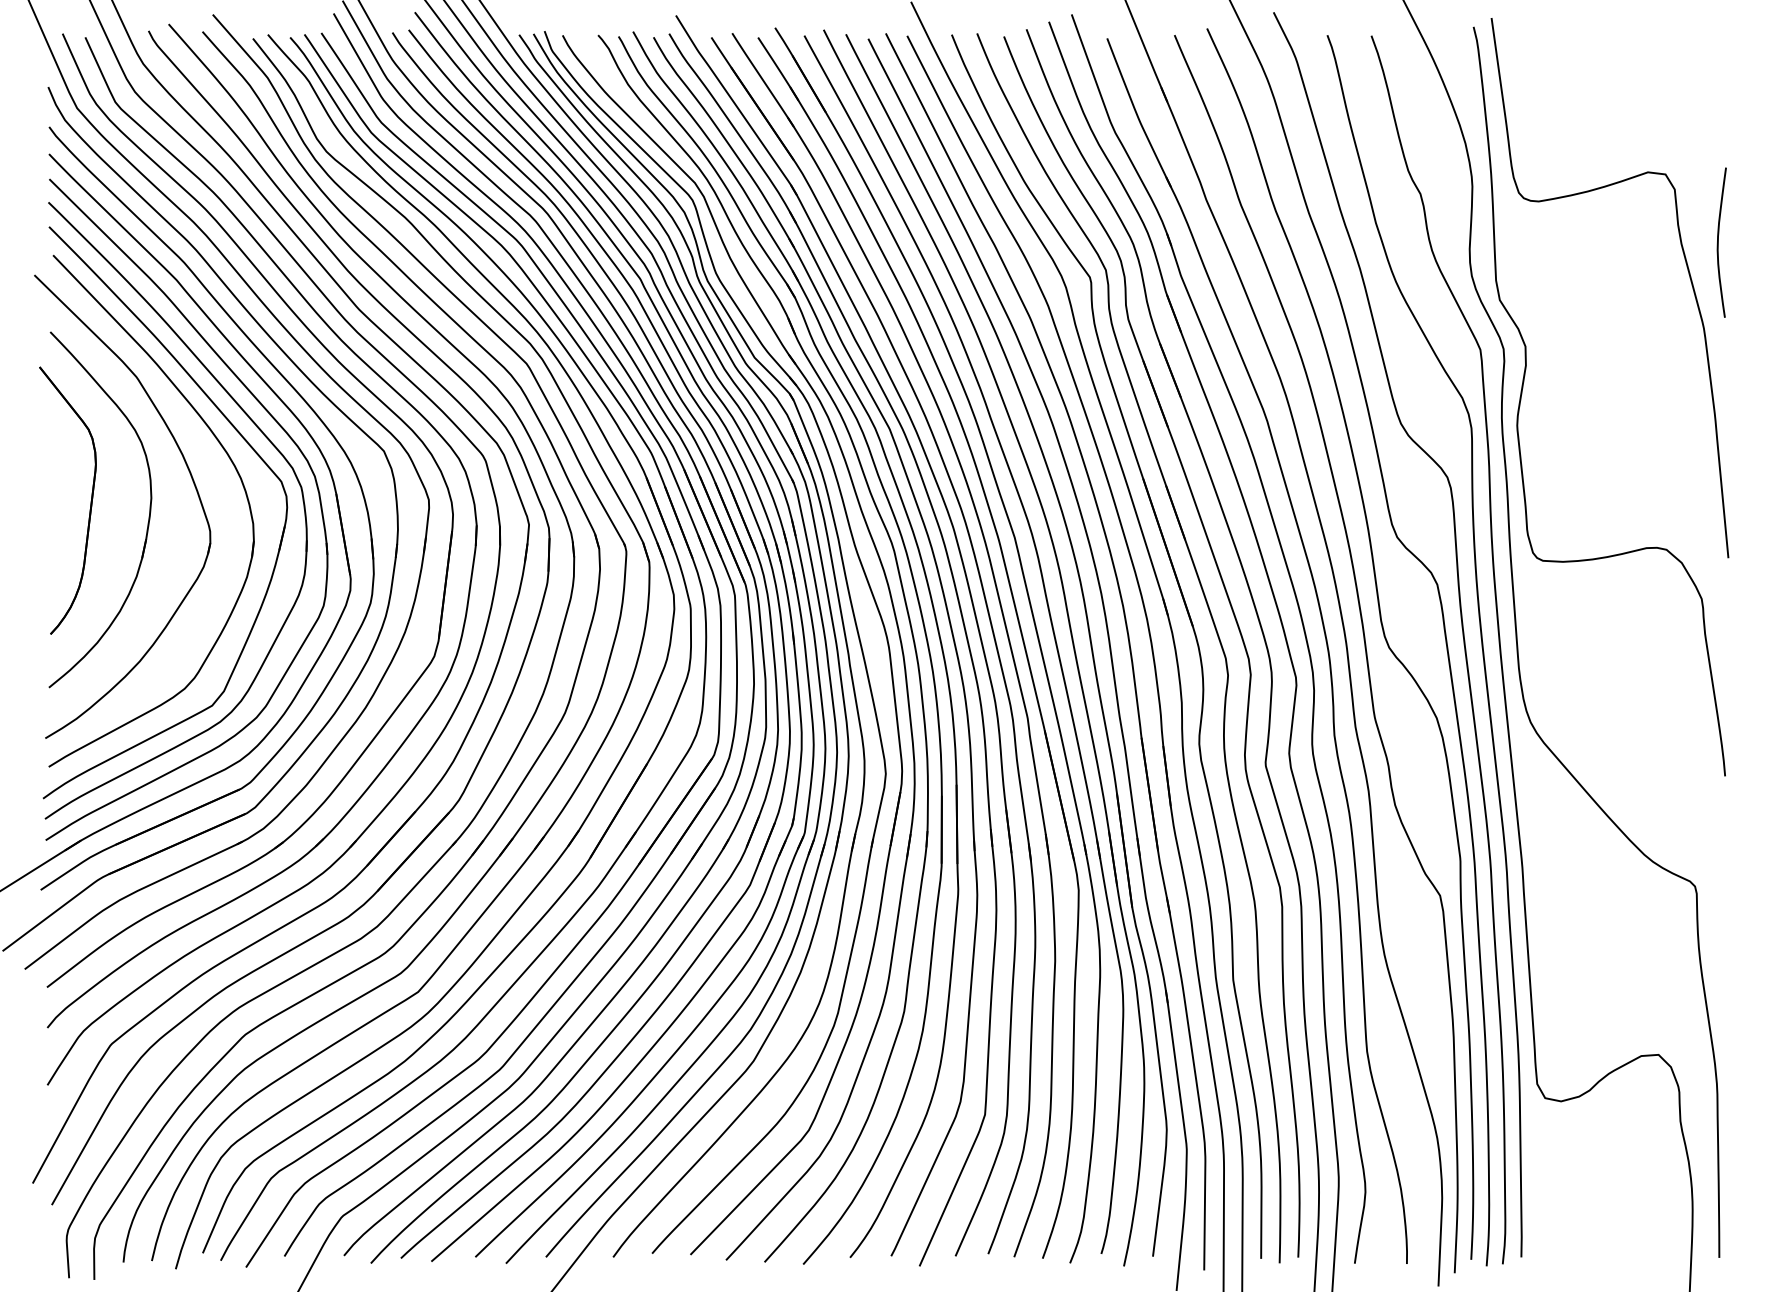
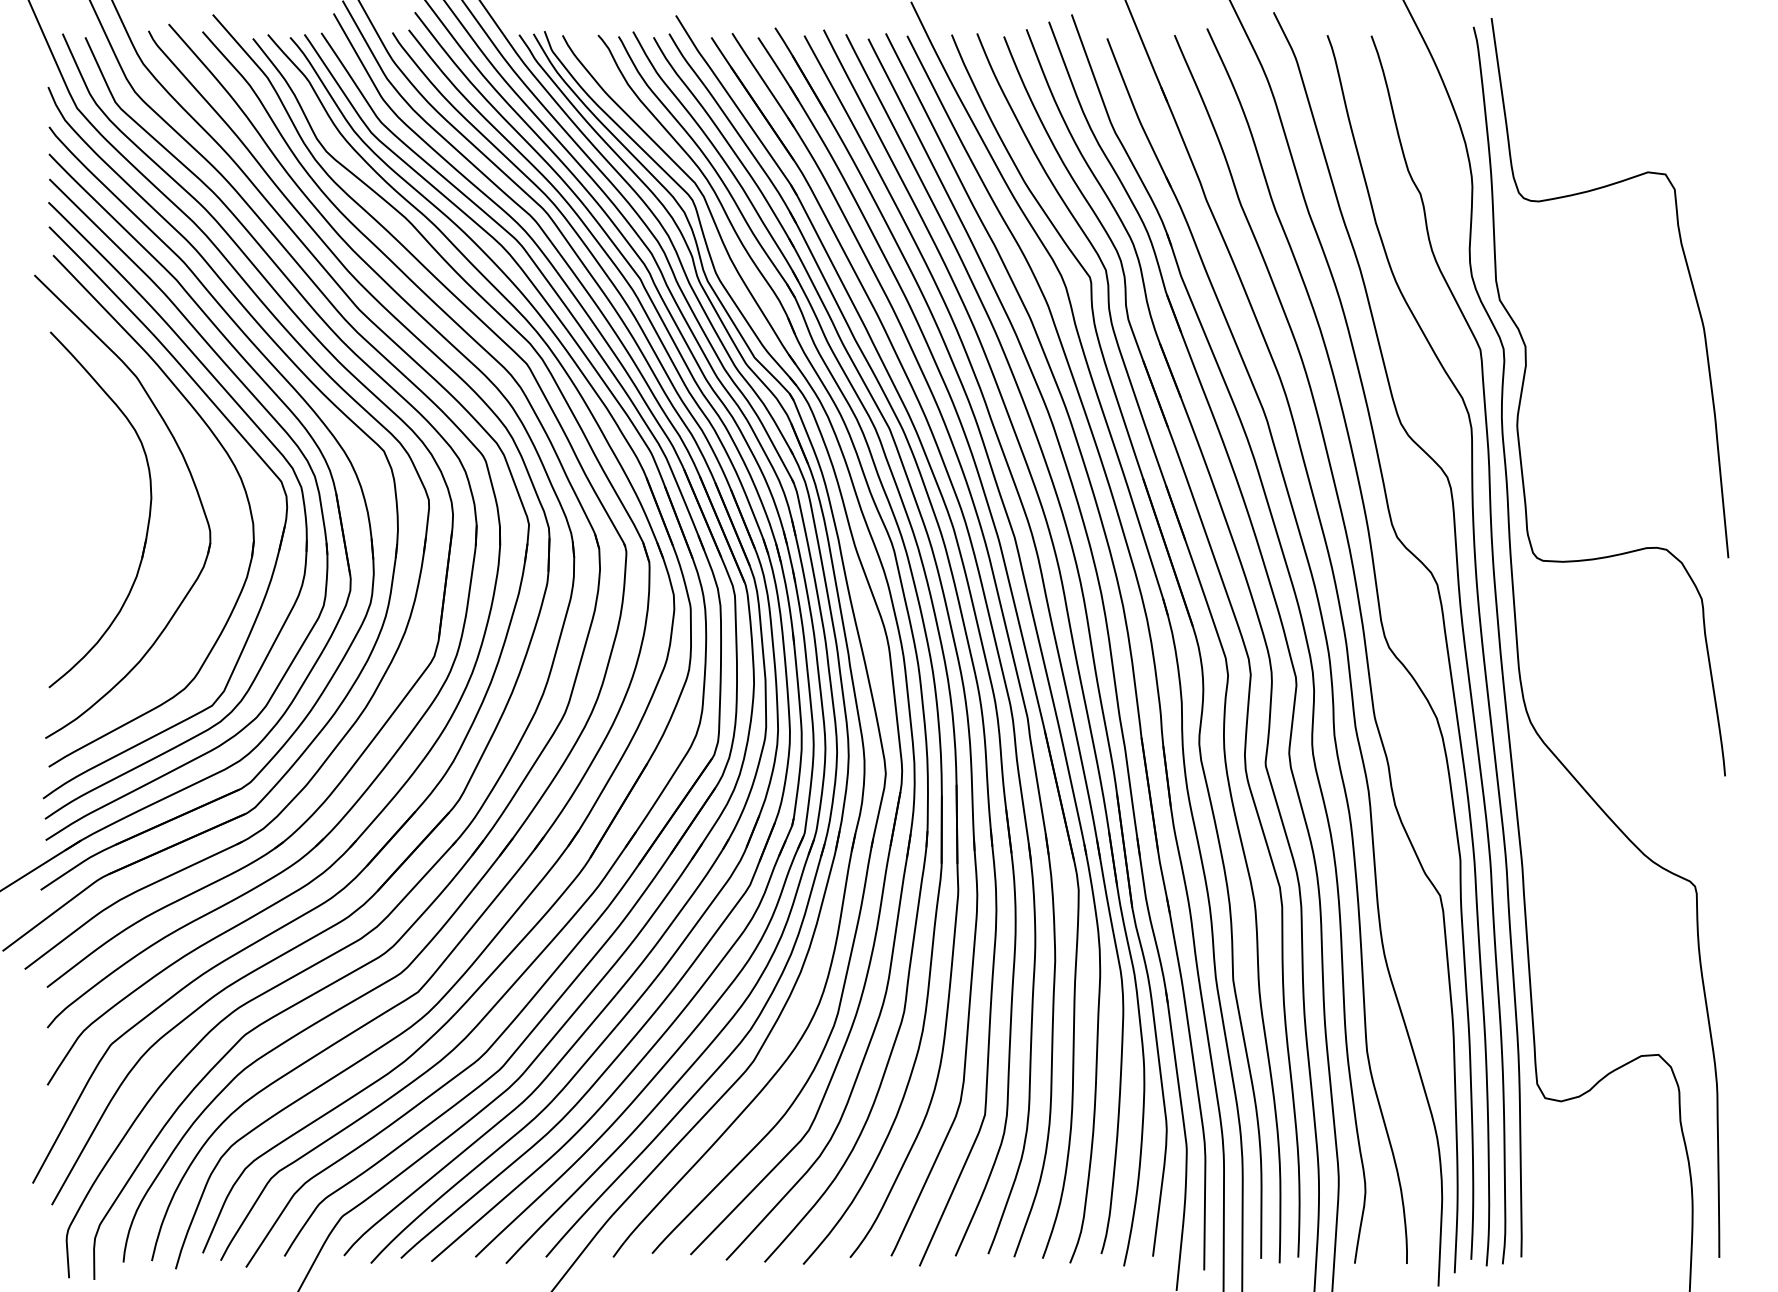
curve at (1718, 242): present -> none
part at (90, 501): present -> none
